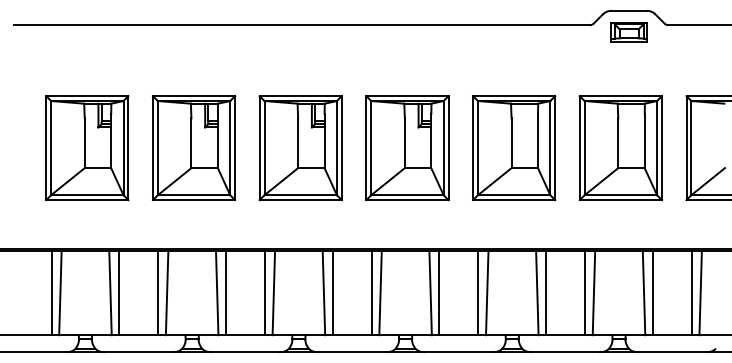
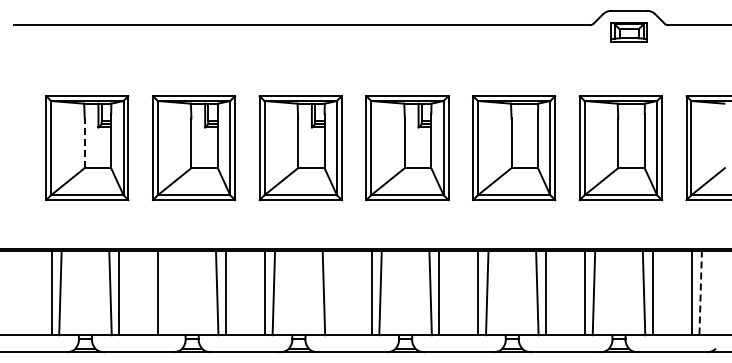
line at (84, 143): solid -> dashed
line at (166, 292): present -> none
line at (332, 292): present -> none
line at (700, 293): solid -> dashed
